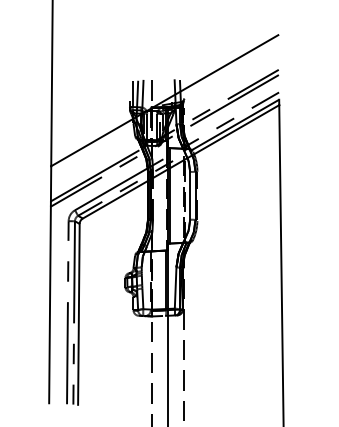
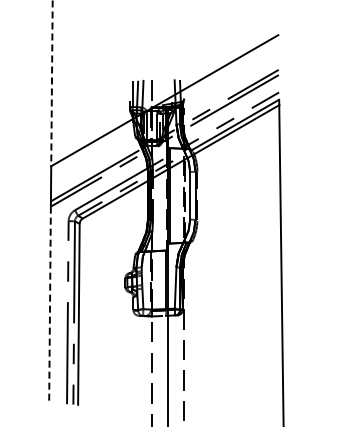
line at (51, 83): solid -> dashed
line at (50, 305): solid -> dashed
